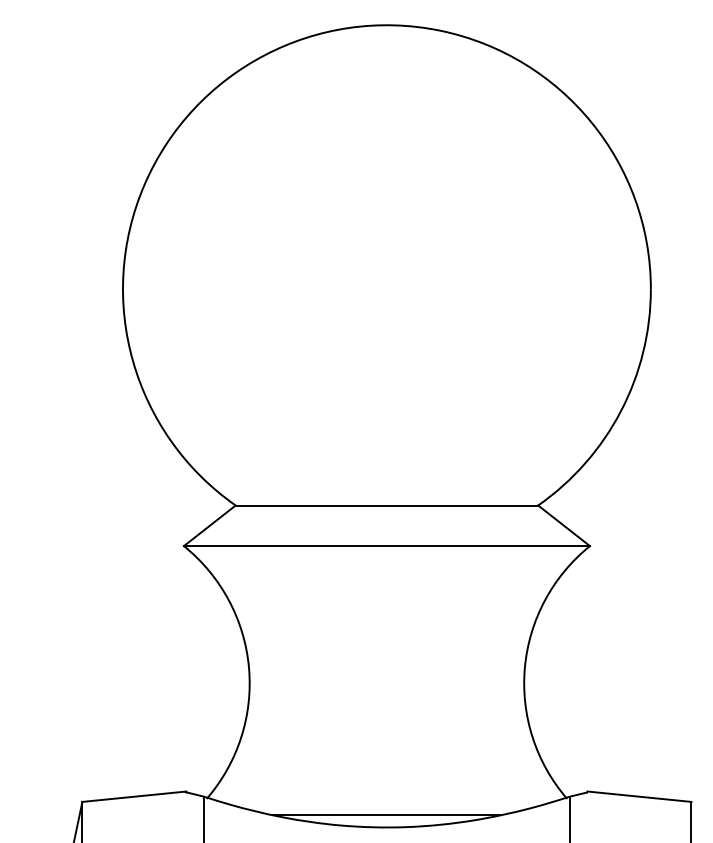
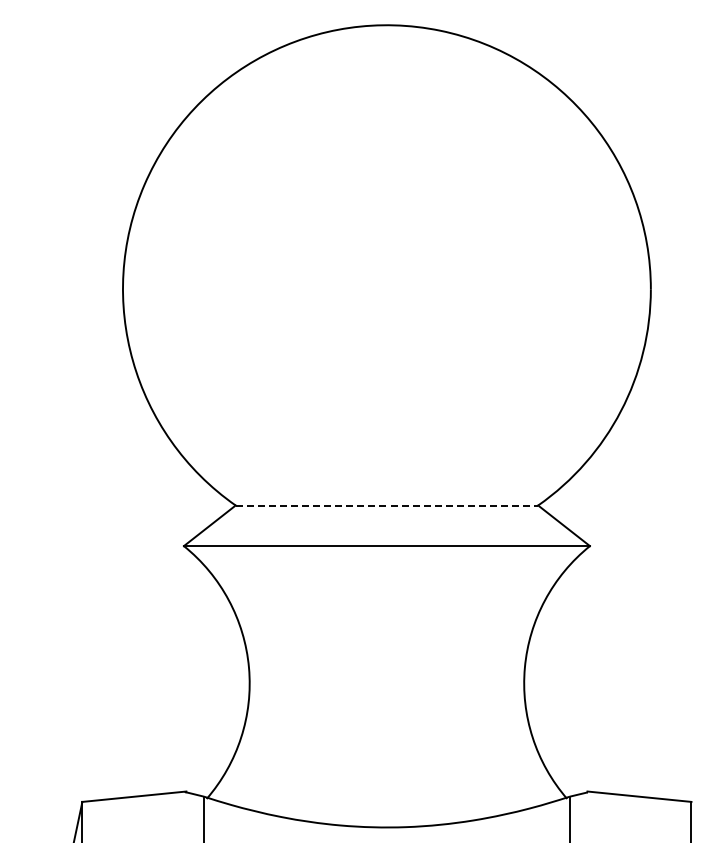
line at (387, 505): solid -> dashed
line at (385, 815): present -> none
